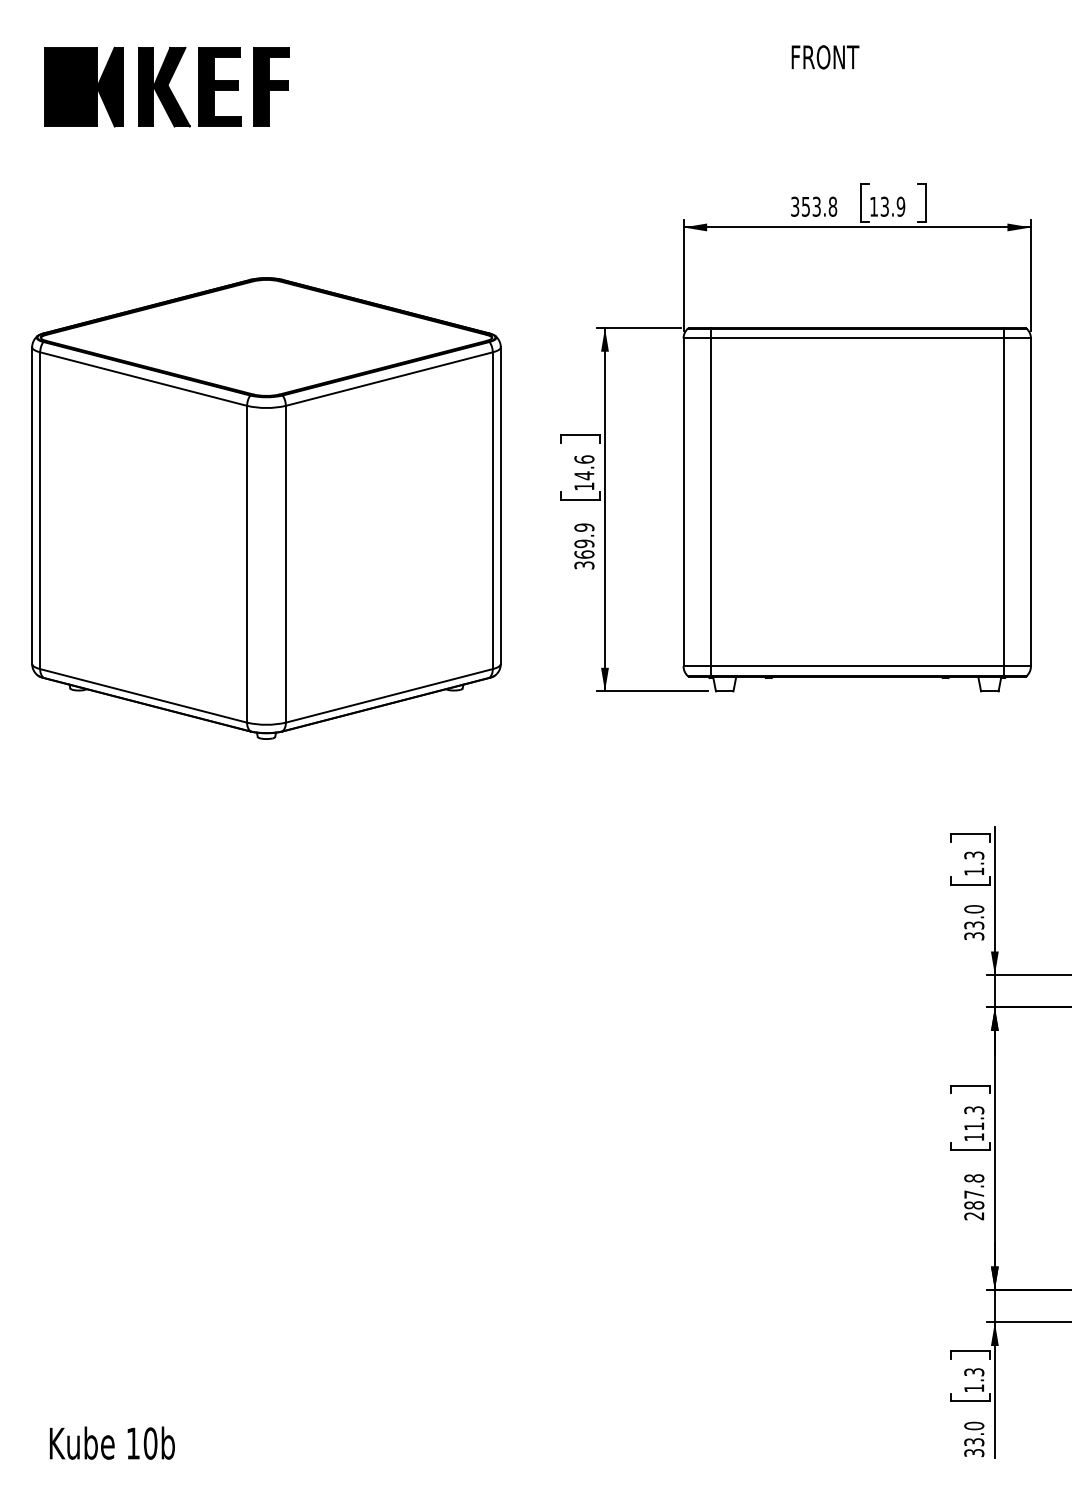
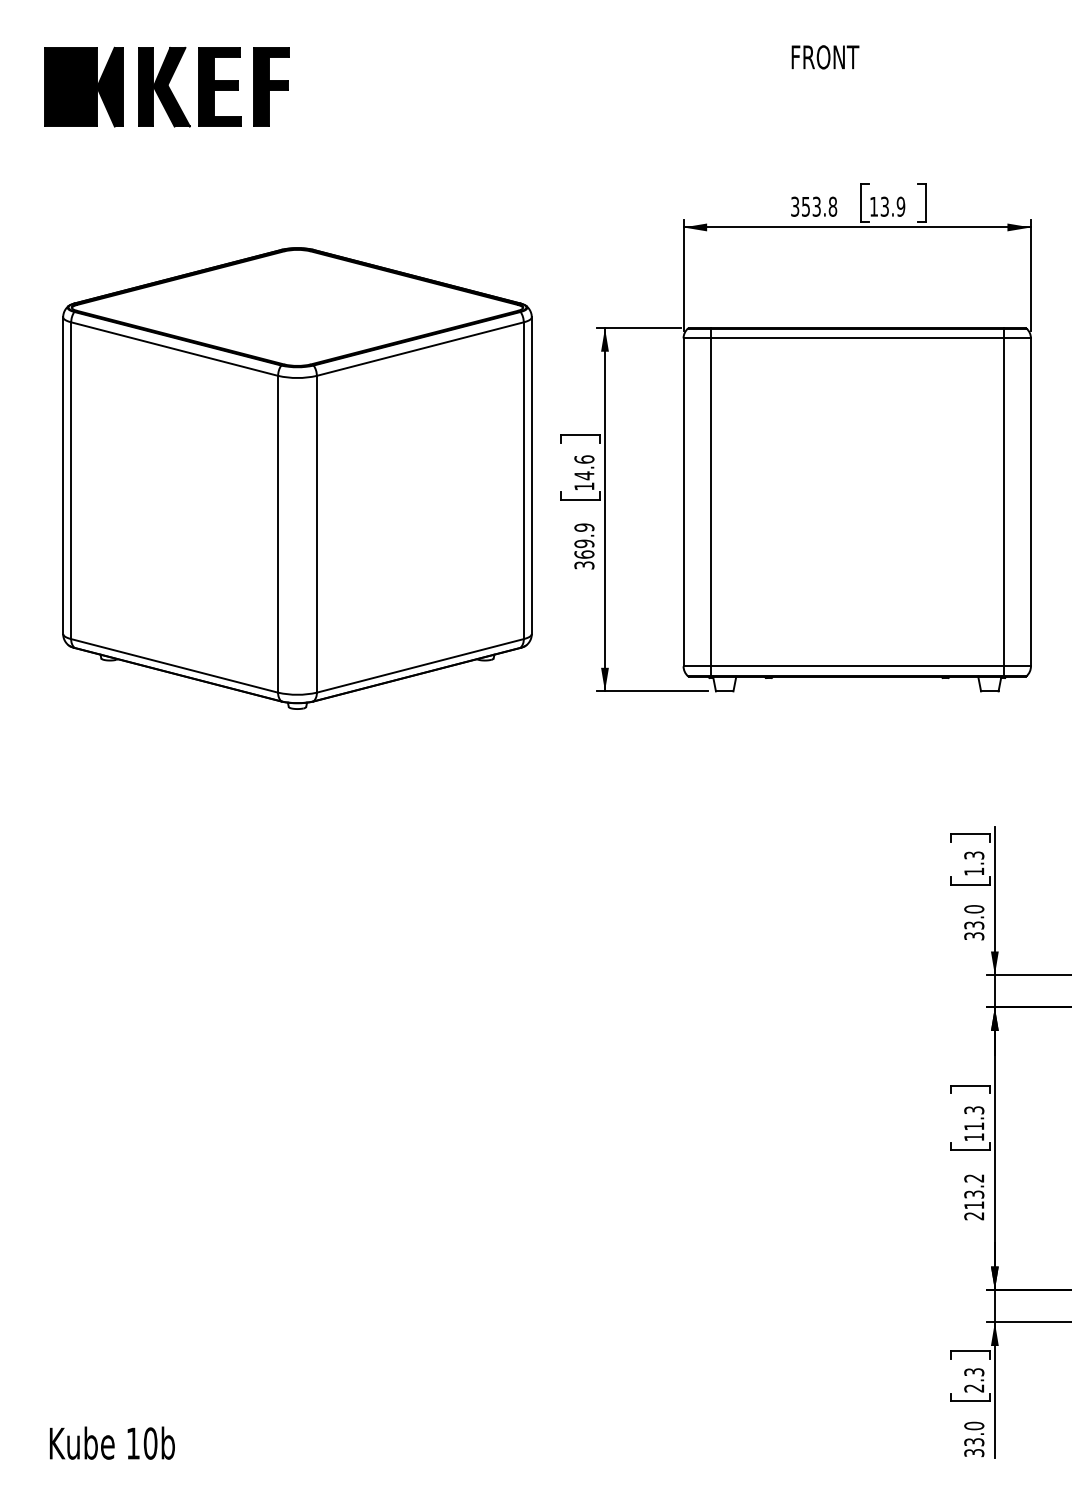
part at (266, 508) position: (266, 508) -> (297, 478)
text at (974, 1191): 287.8 -> 213.2
text at (973, 1388): 1.3 -> 2.3
